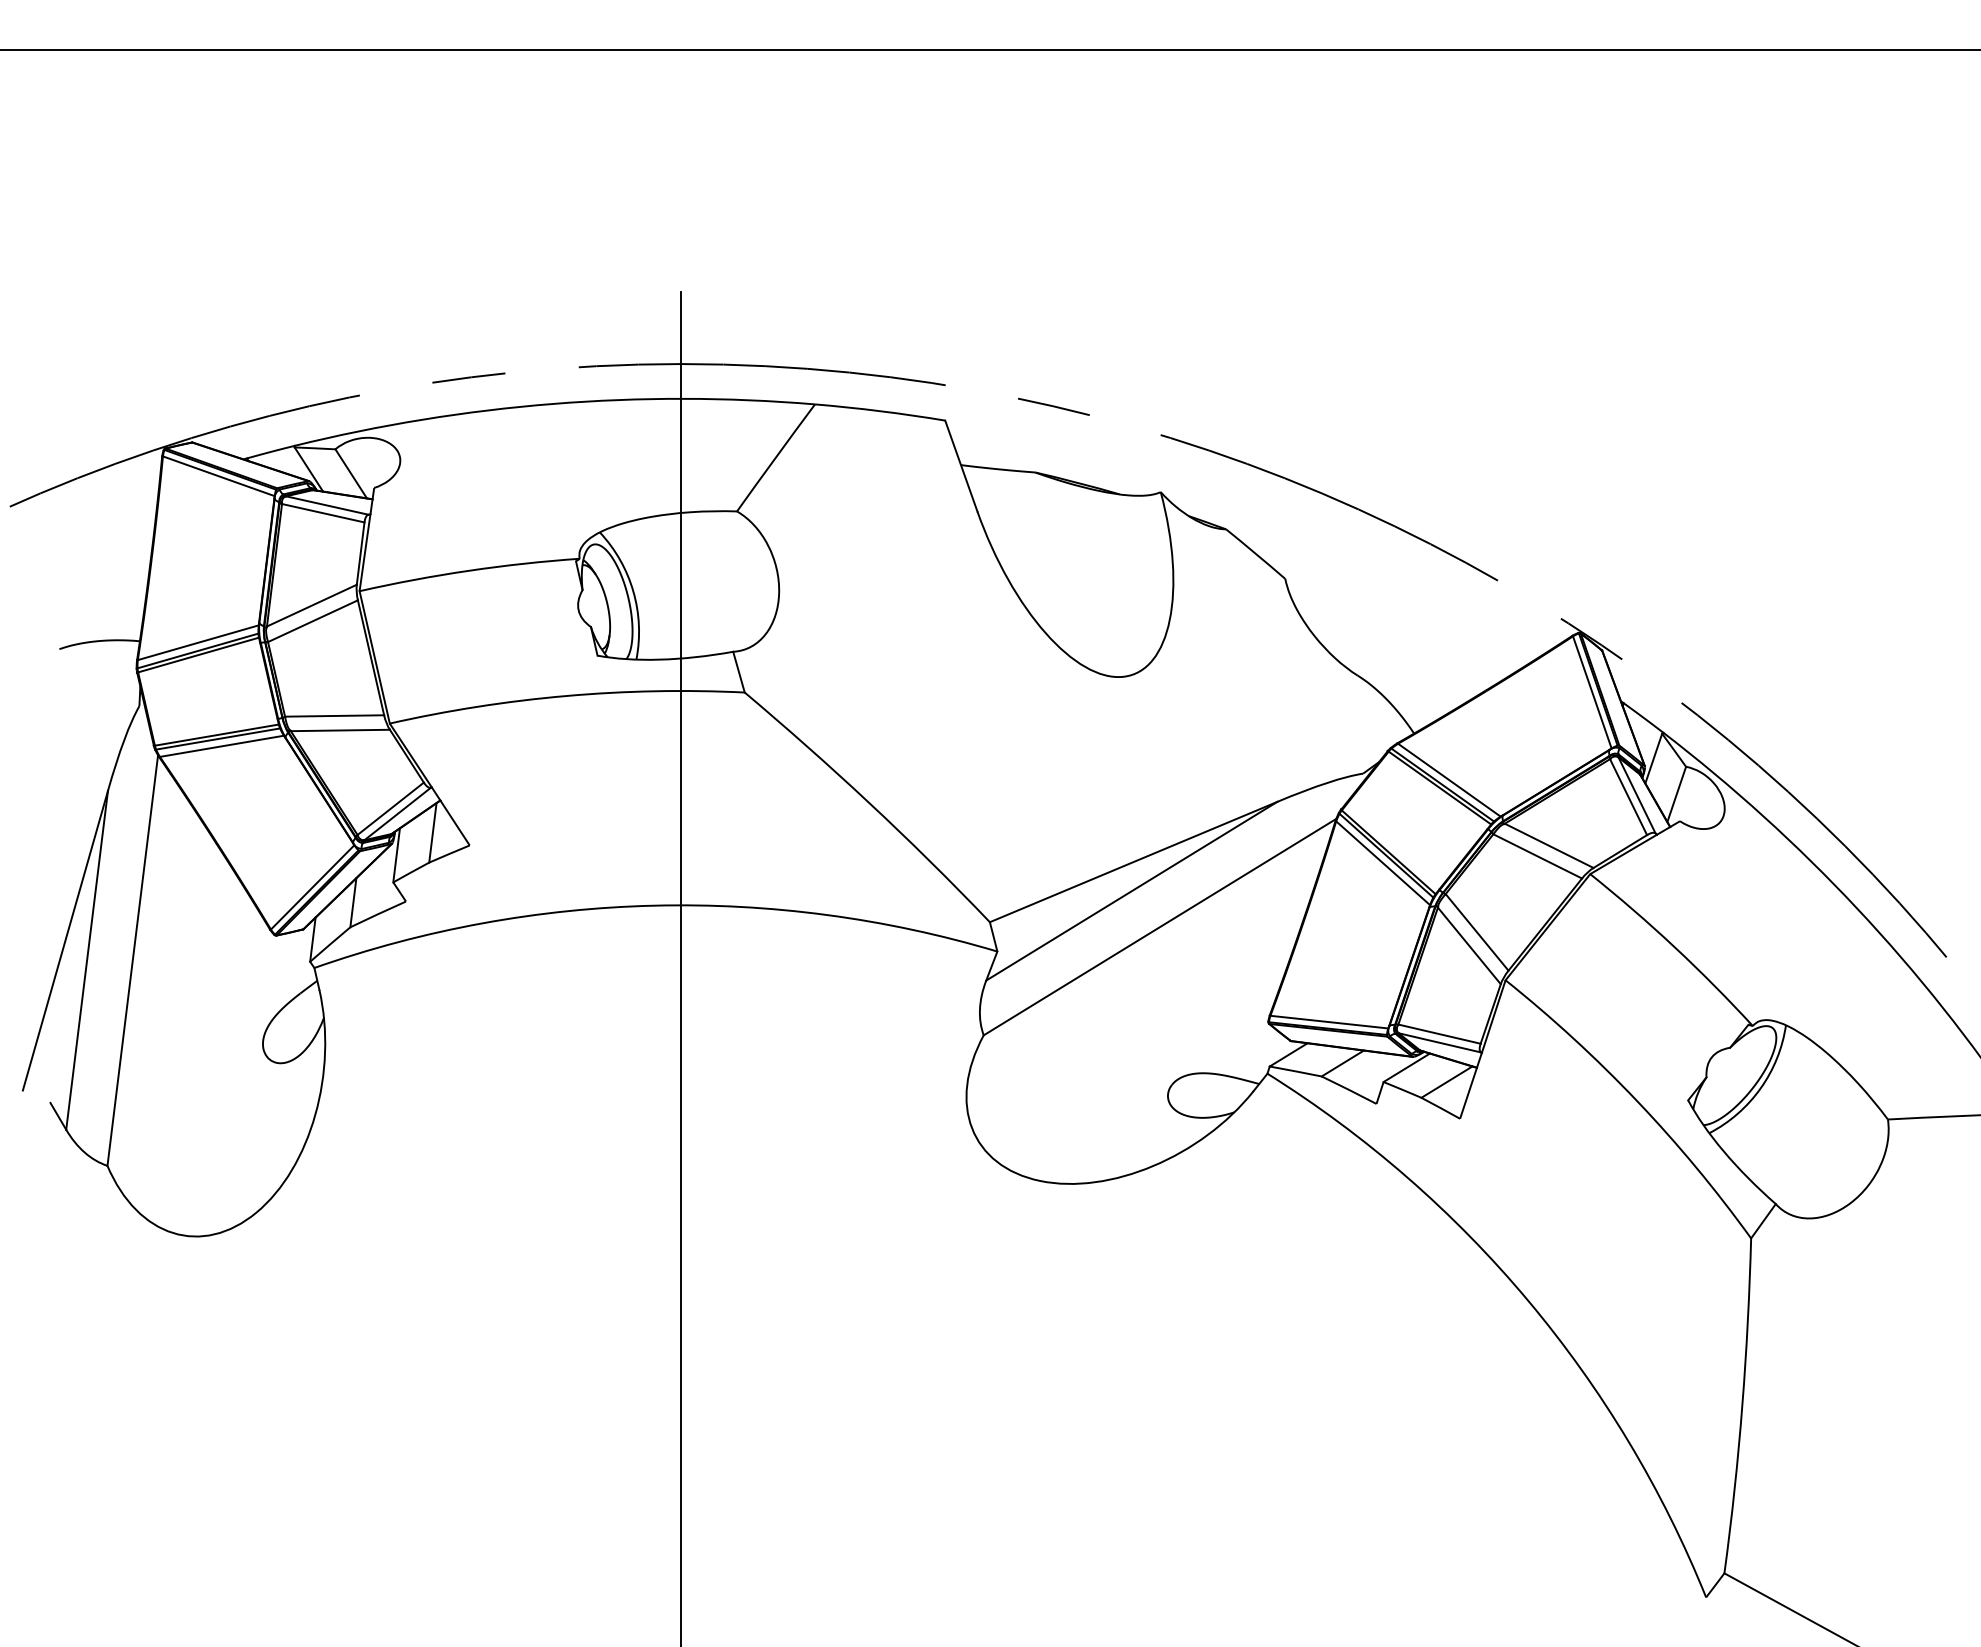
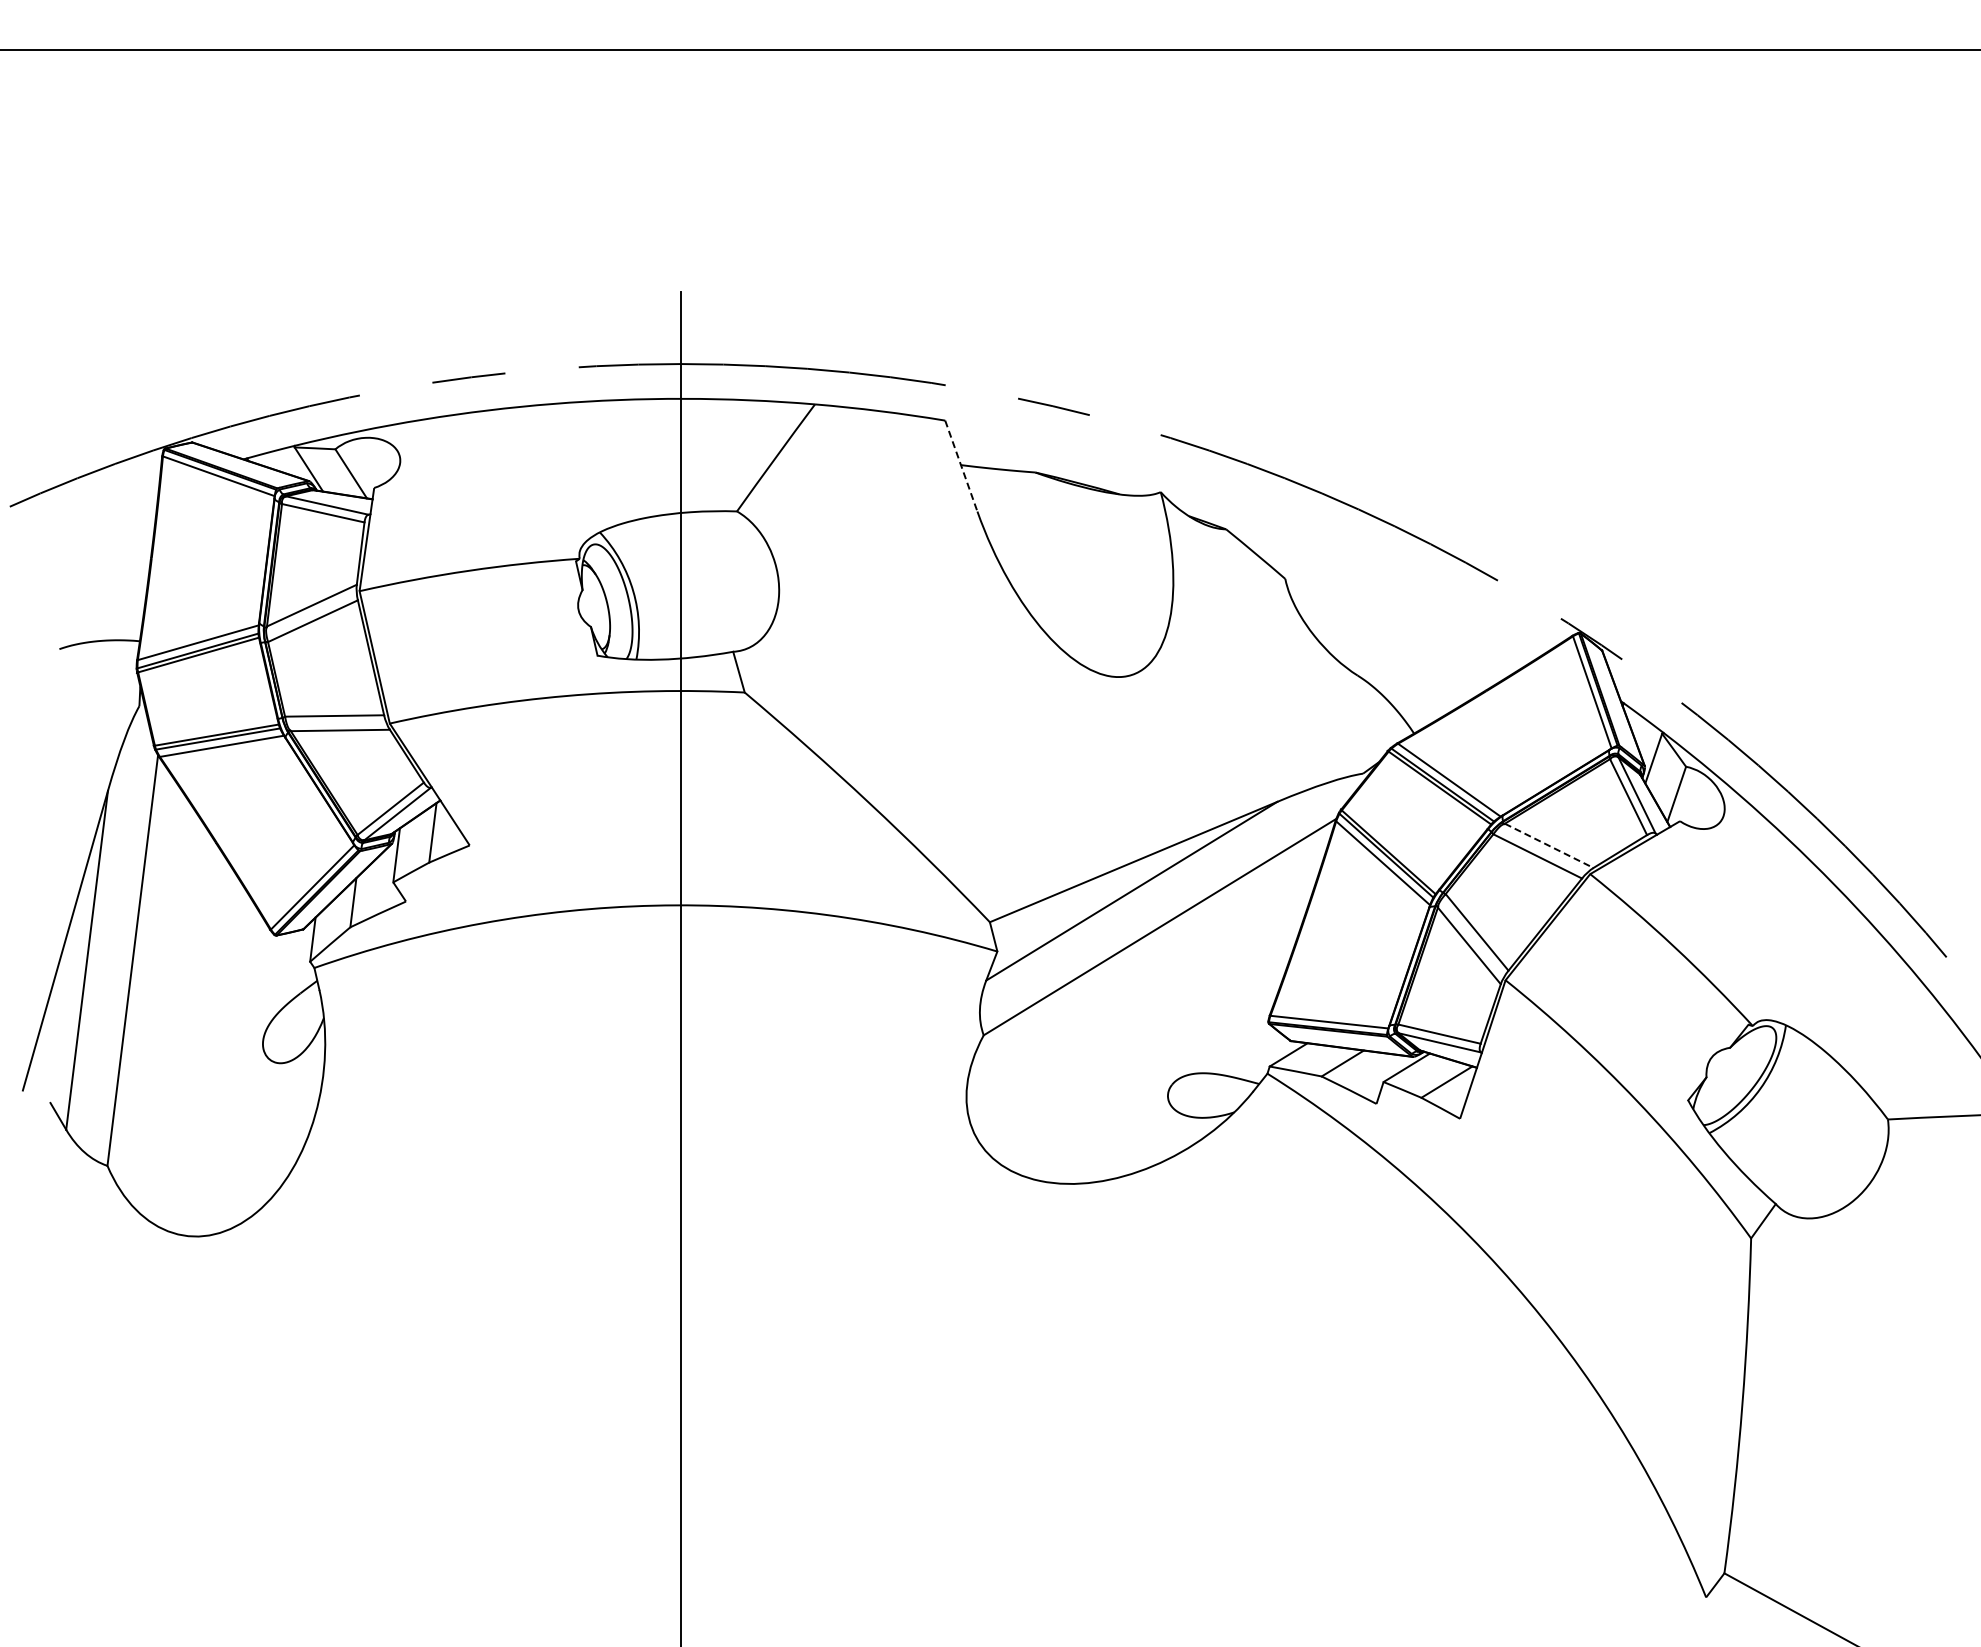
line at (961, 466): solid -> dashed
line at (1549, 845): solid -> dashed
